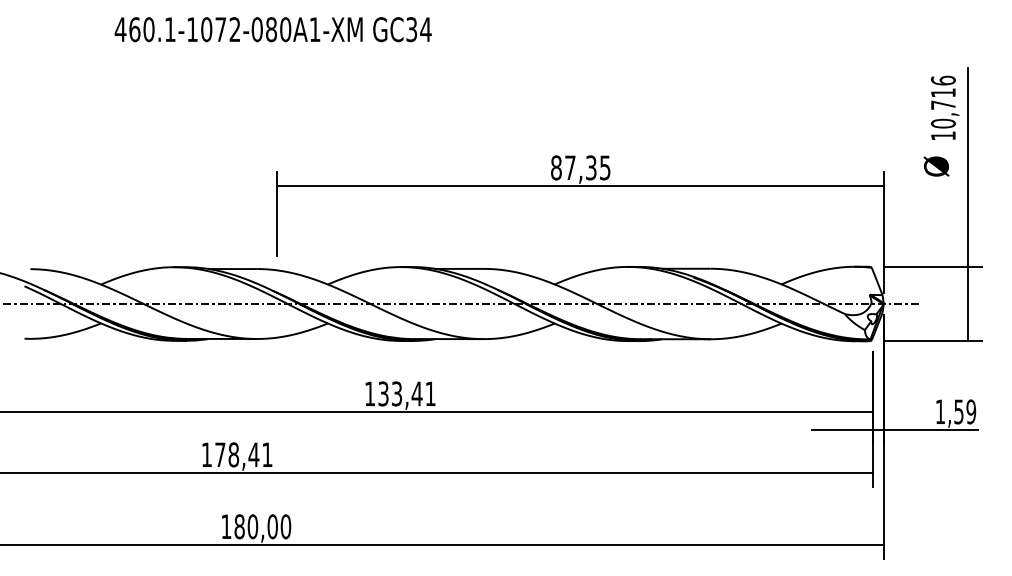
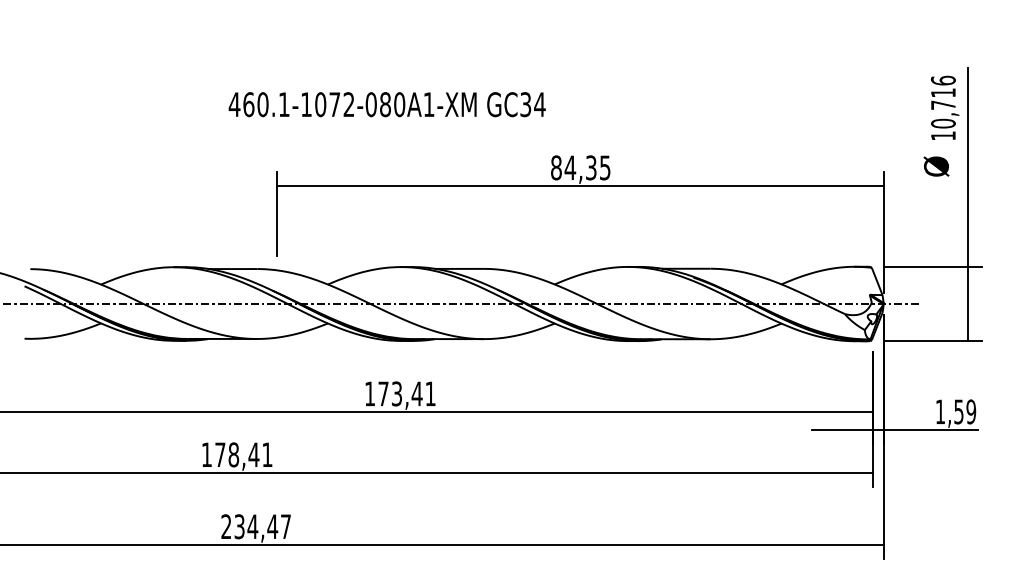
text at (272, 29) position: (272, 29) -> (386, 104)
text at (570, 167): 87,35 -> 84,35
text at (383, 393): 133,41 -> 173,41
text at (256, 526): 180,00 -> 234,47
